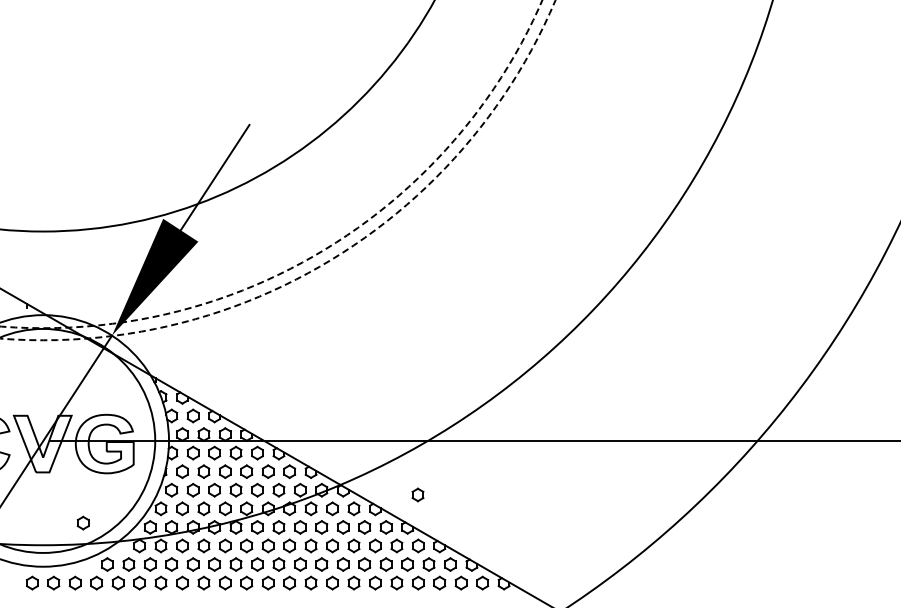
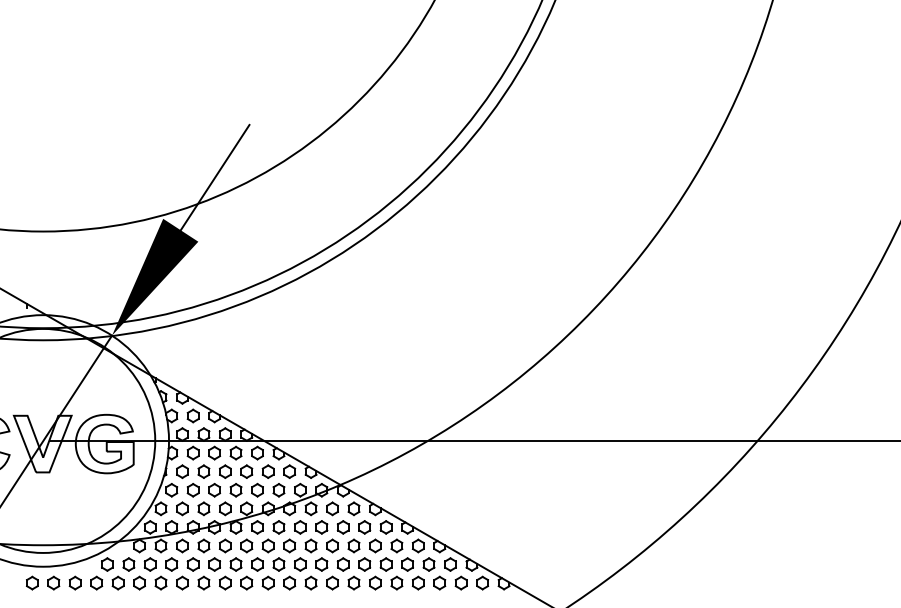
circle at (271, 164): dashed -> solid
circle at (277, 170): dashed -> solid
part at (417, 494): present -> none
part at (82, 522): present -> none
